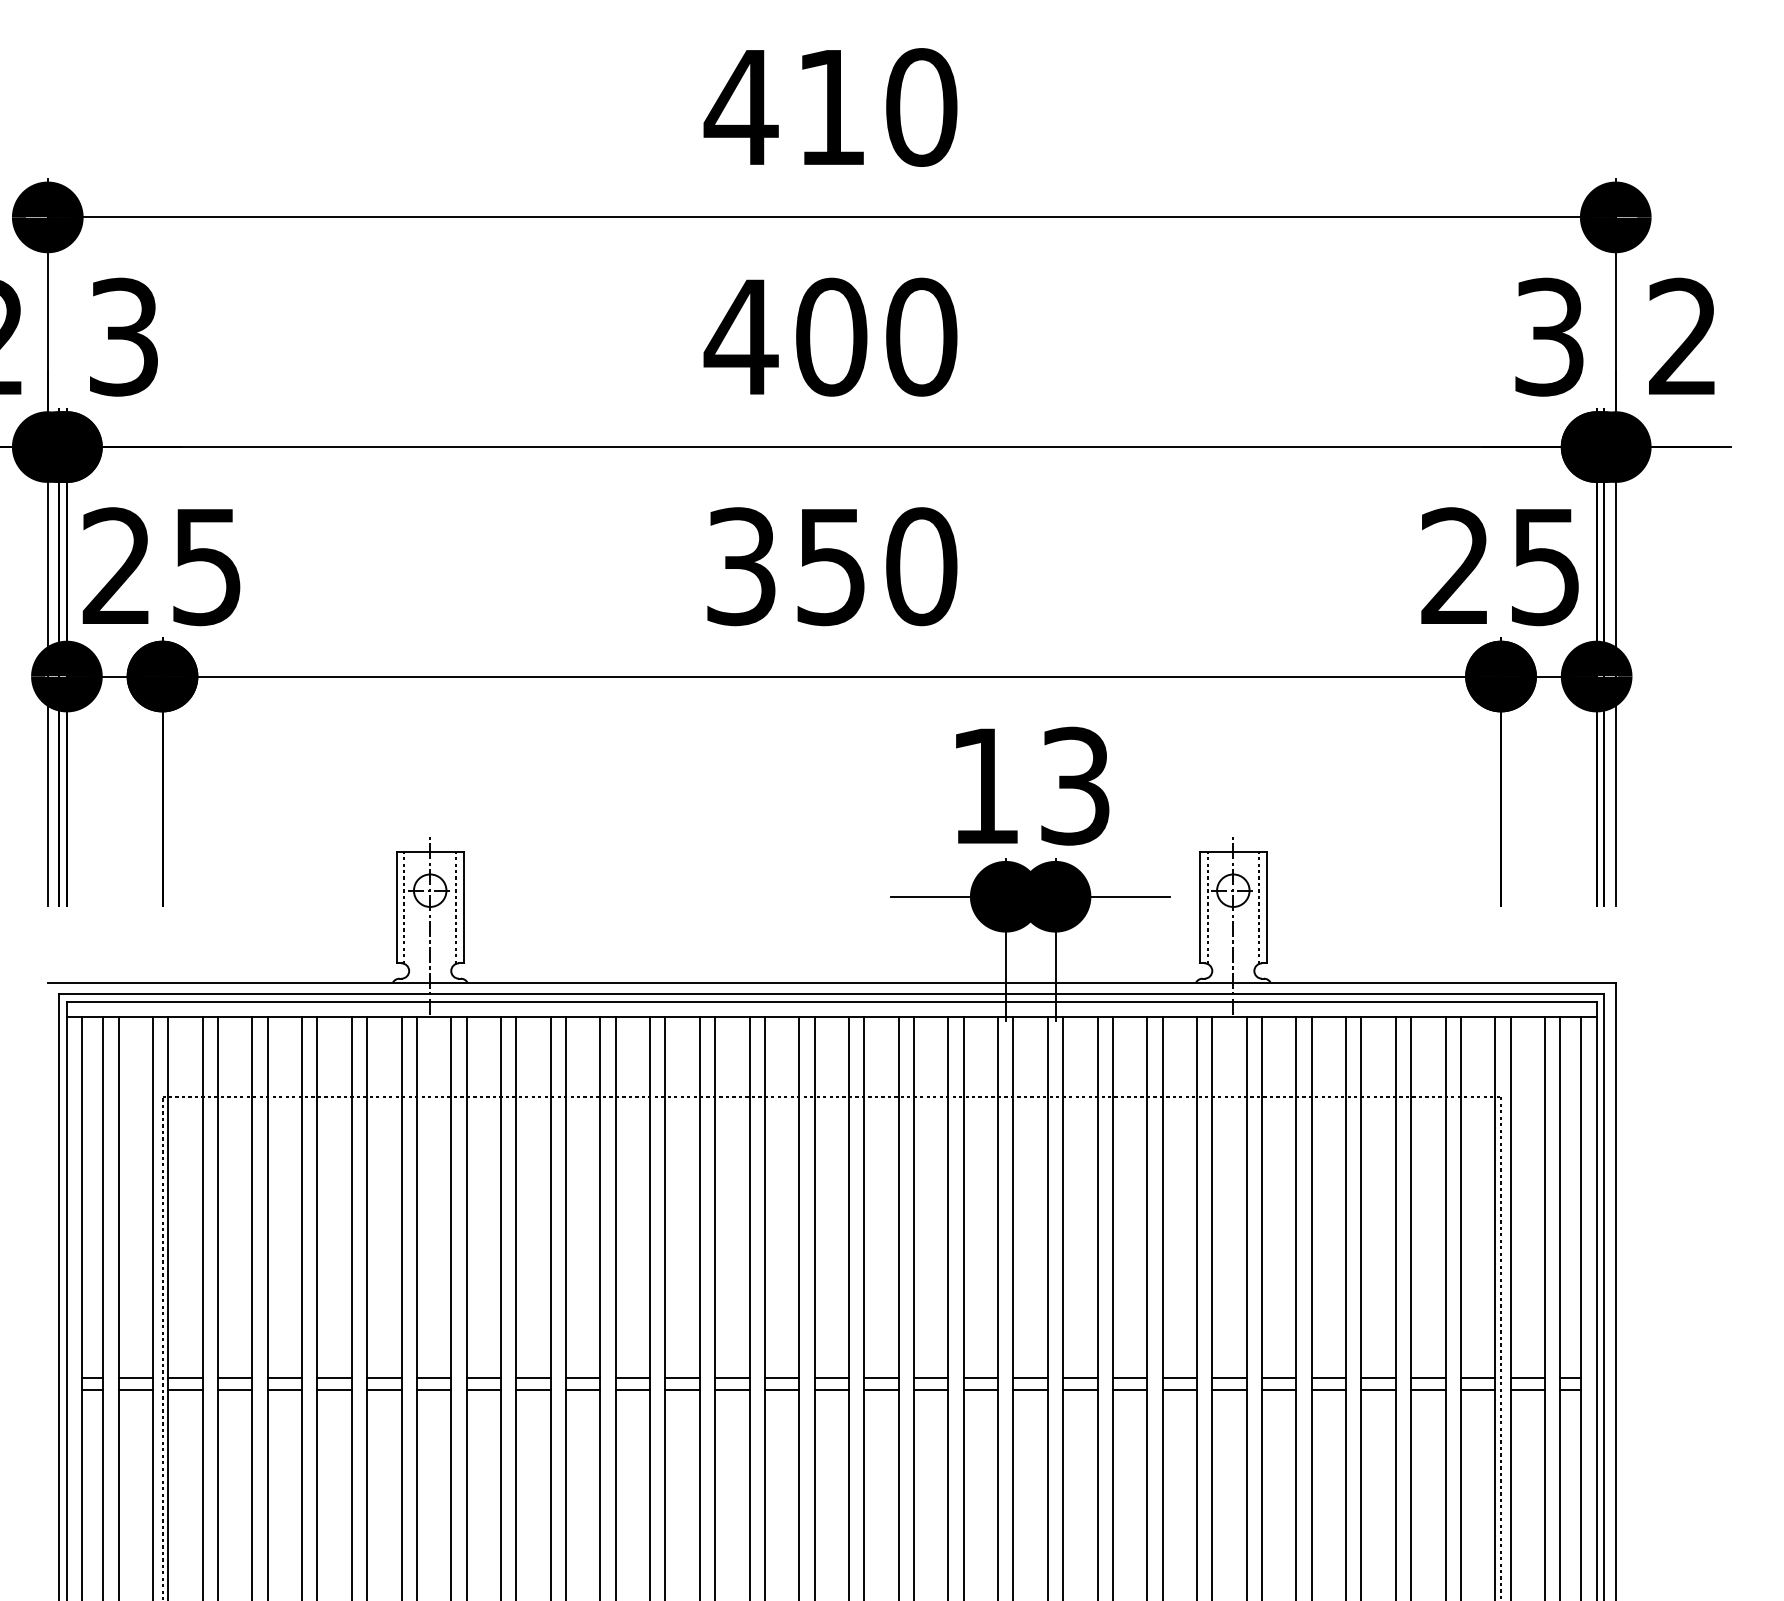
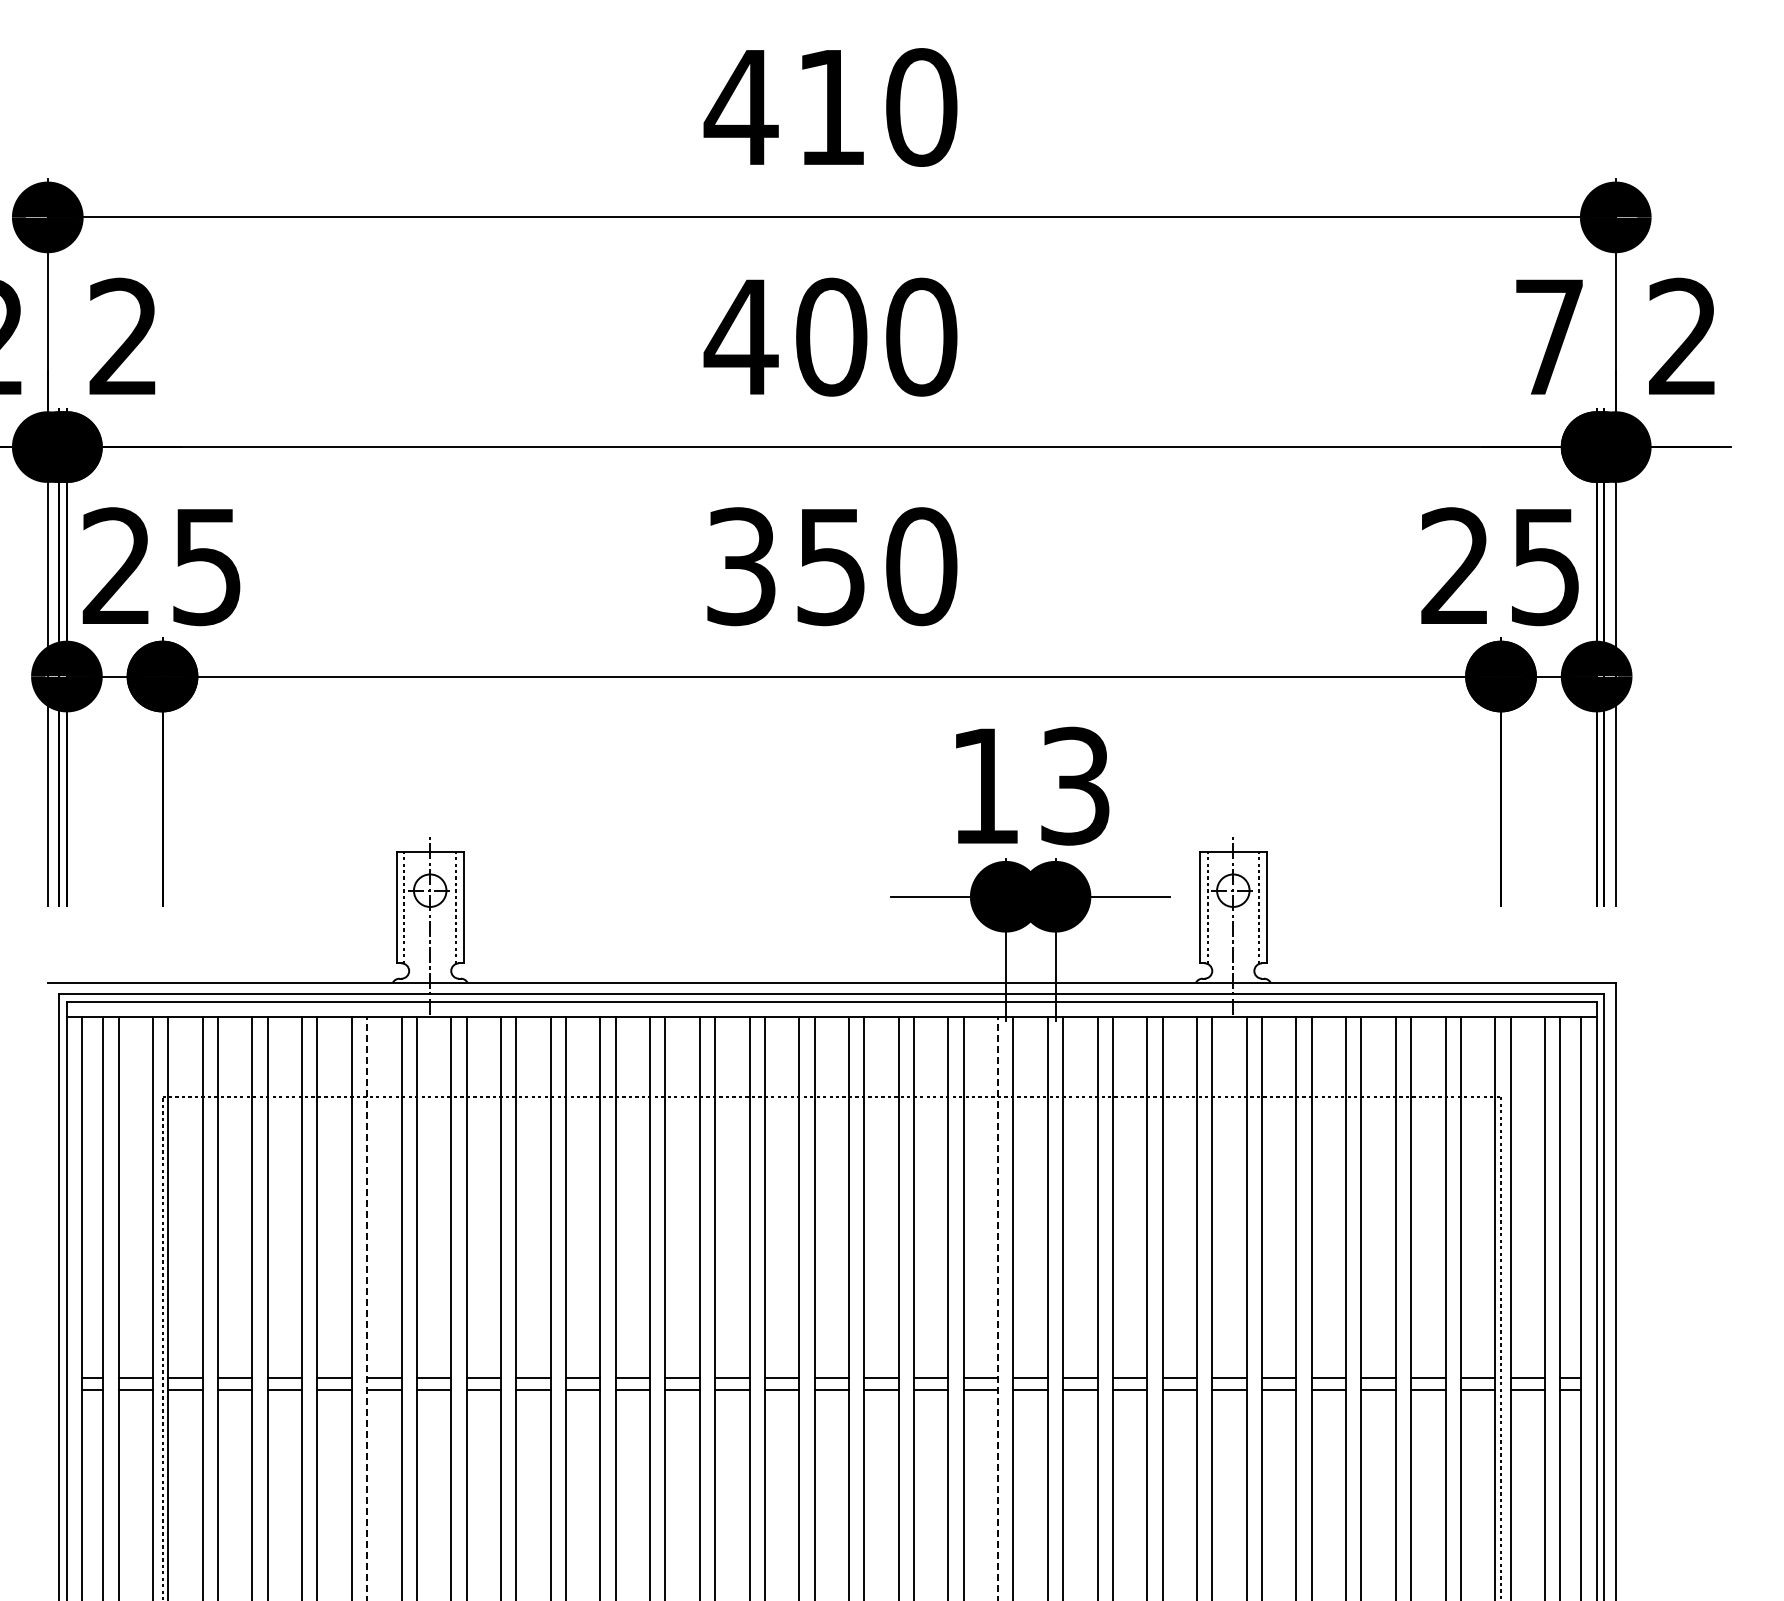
text at (123, 336): 3 -> 2
text at (1549, 336): 3 -> 7
line at (367, 1308): solid -> dashed
line at (998, 1308): solid -> dashed
